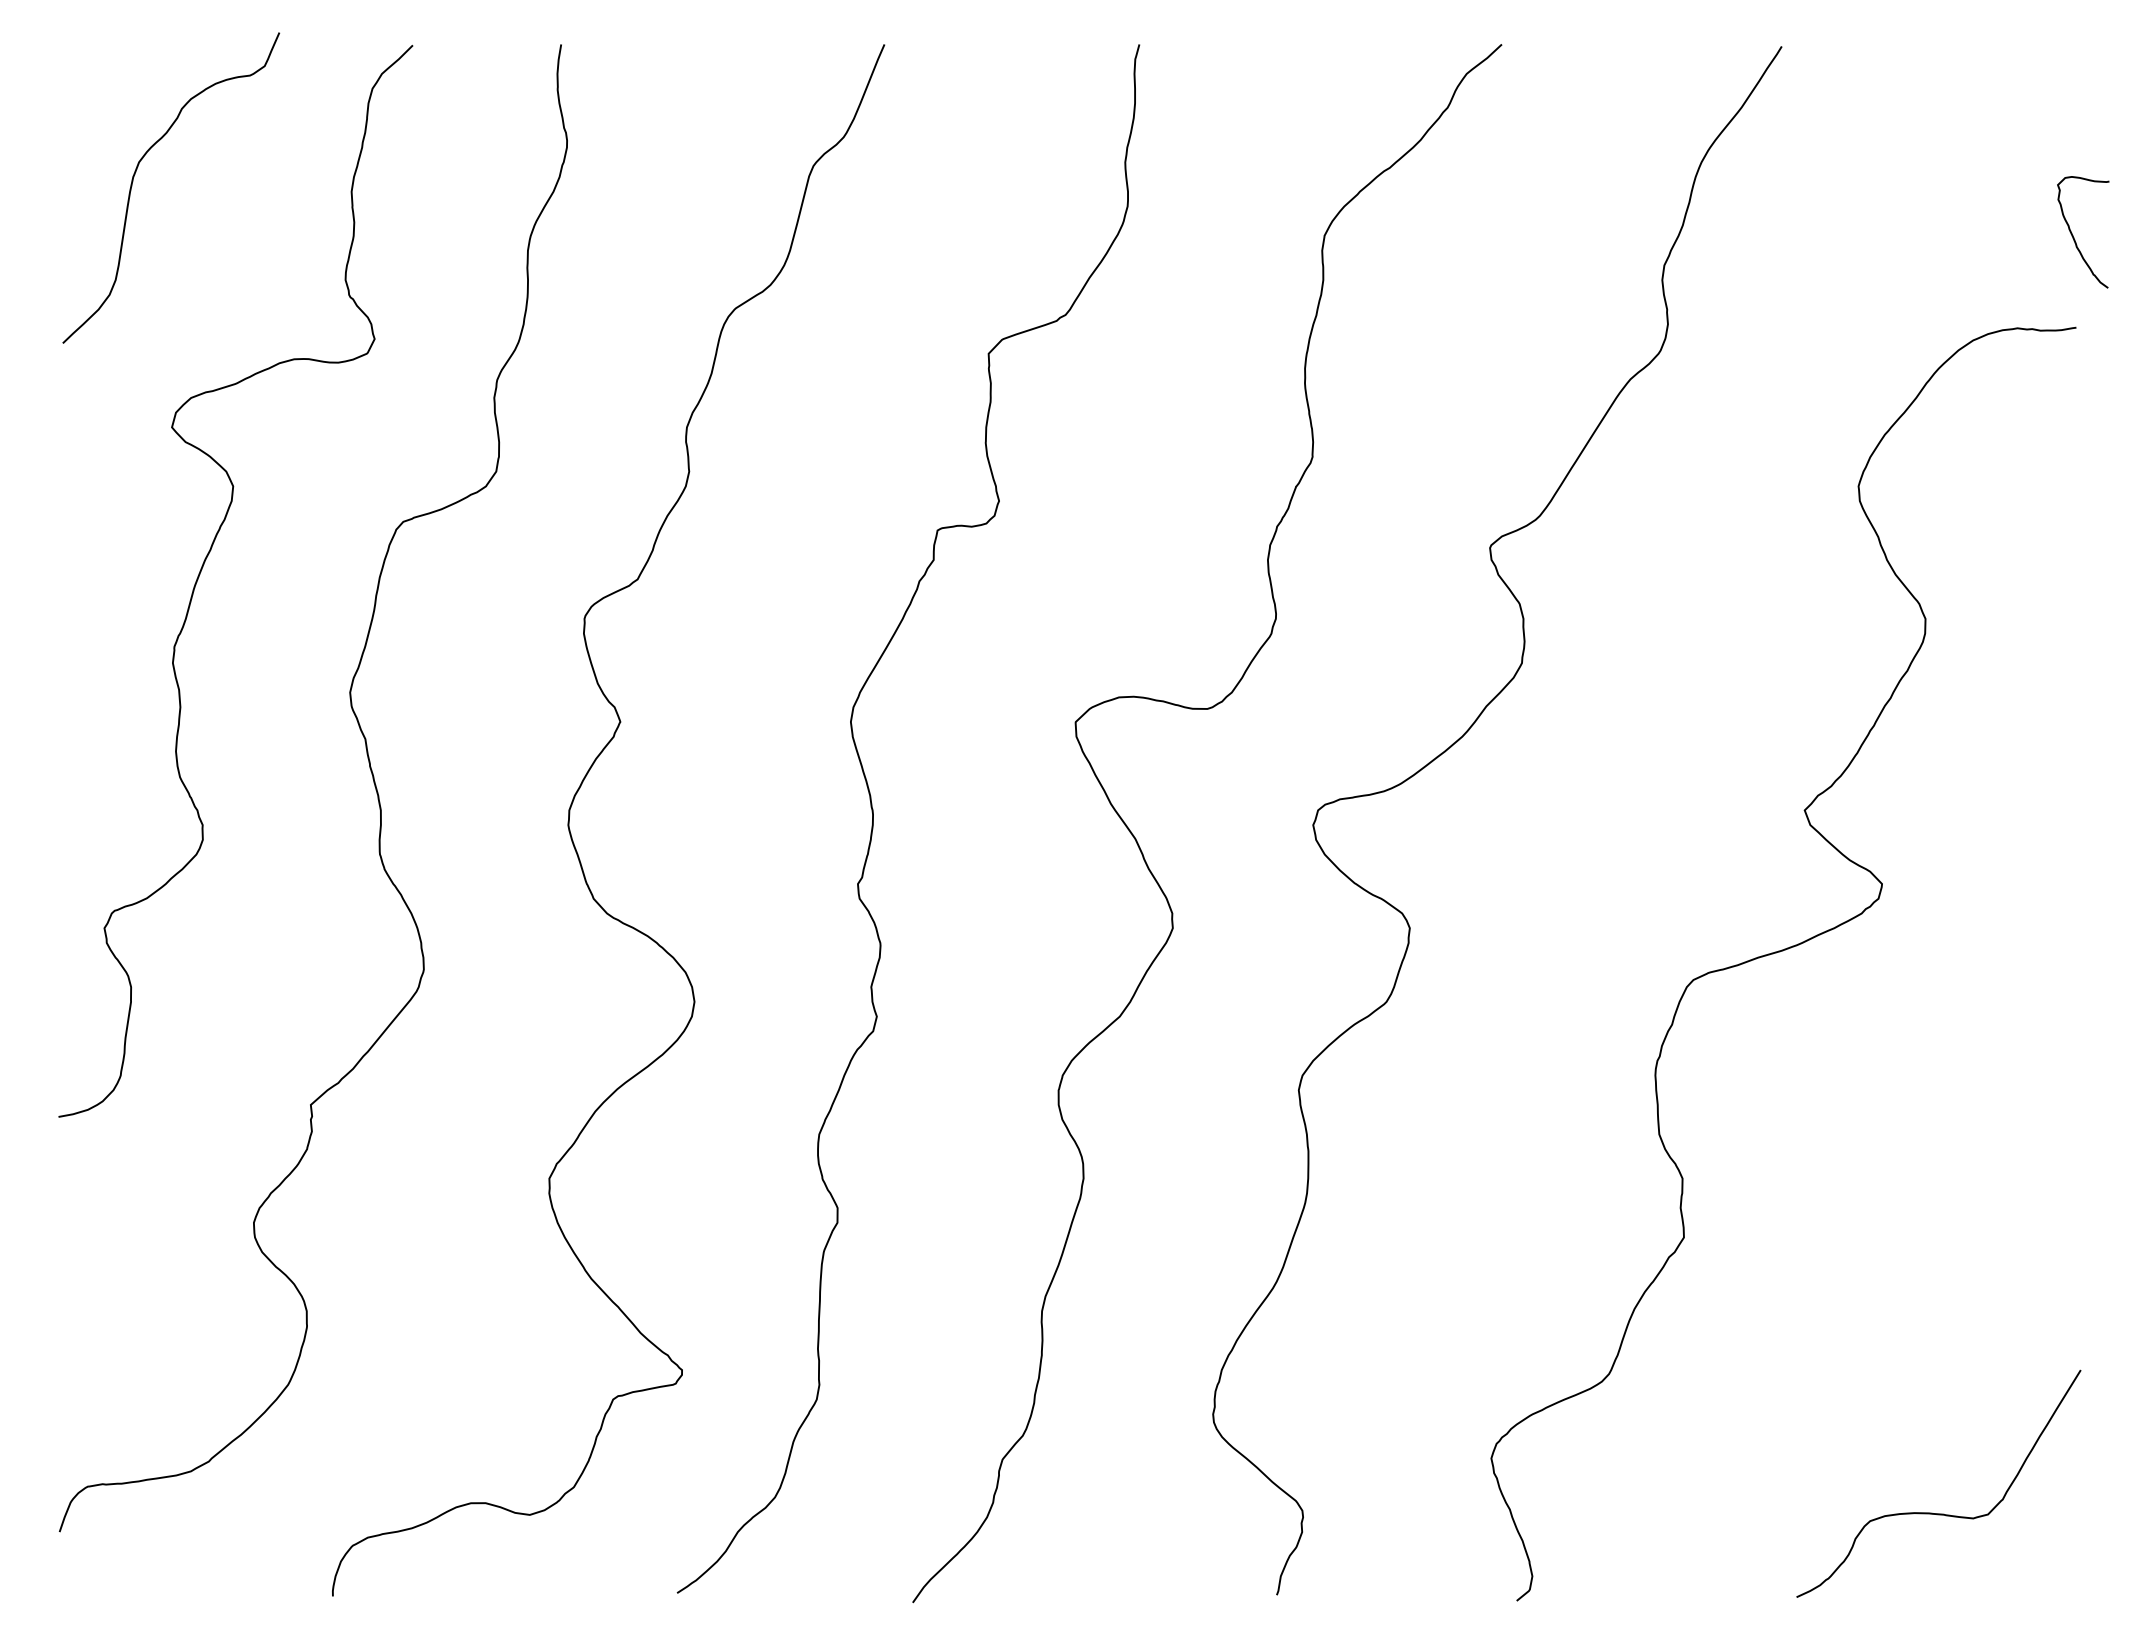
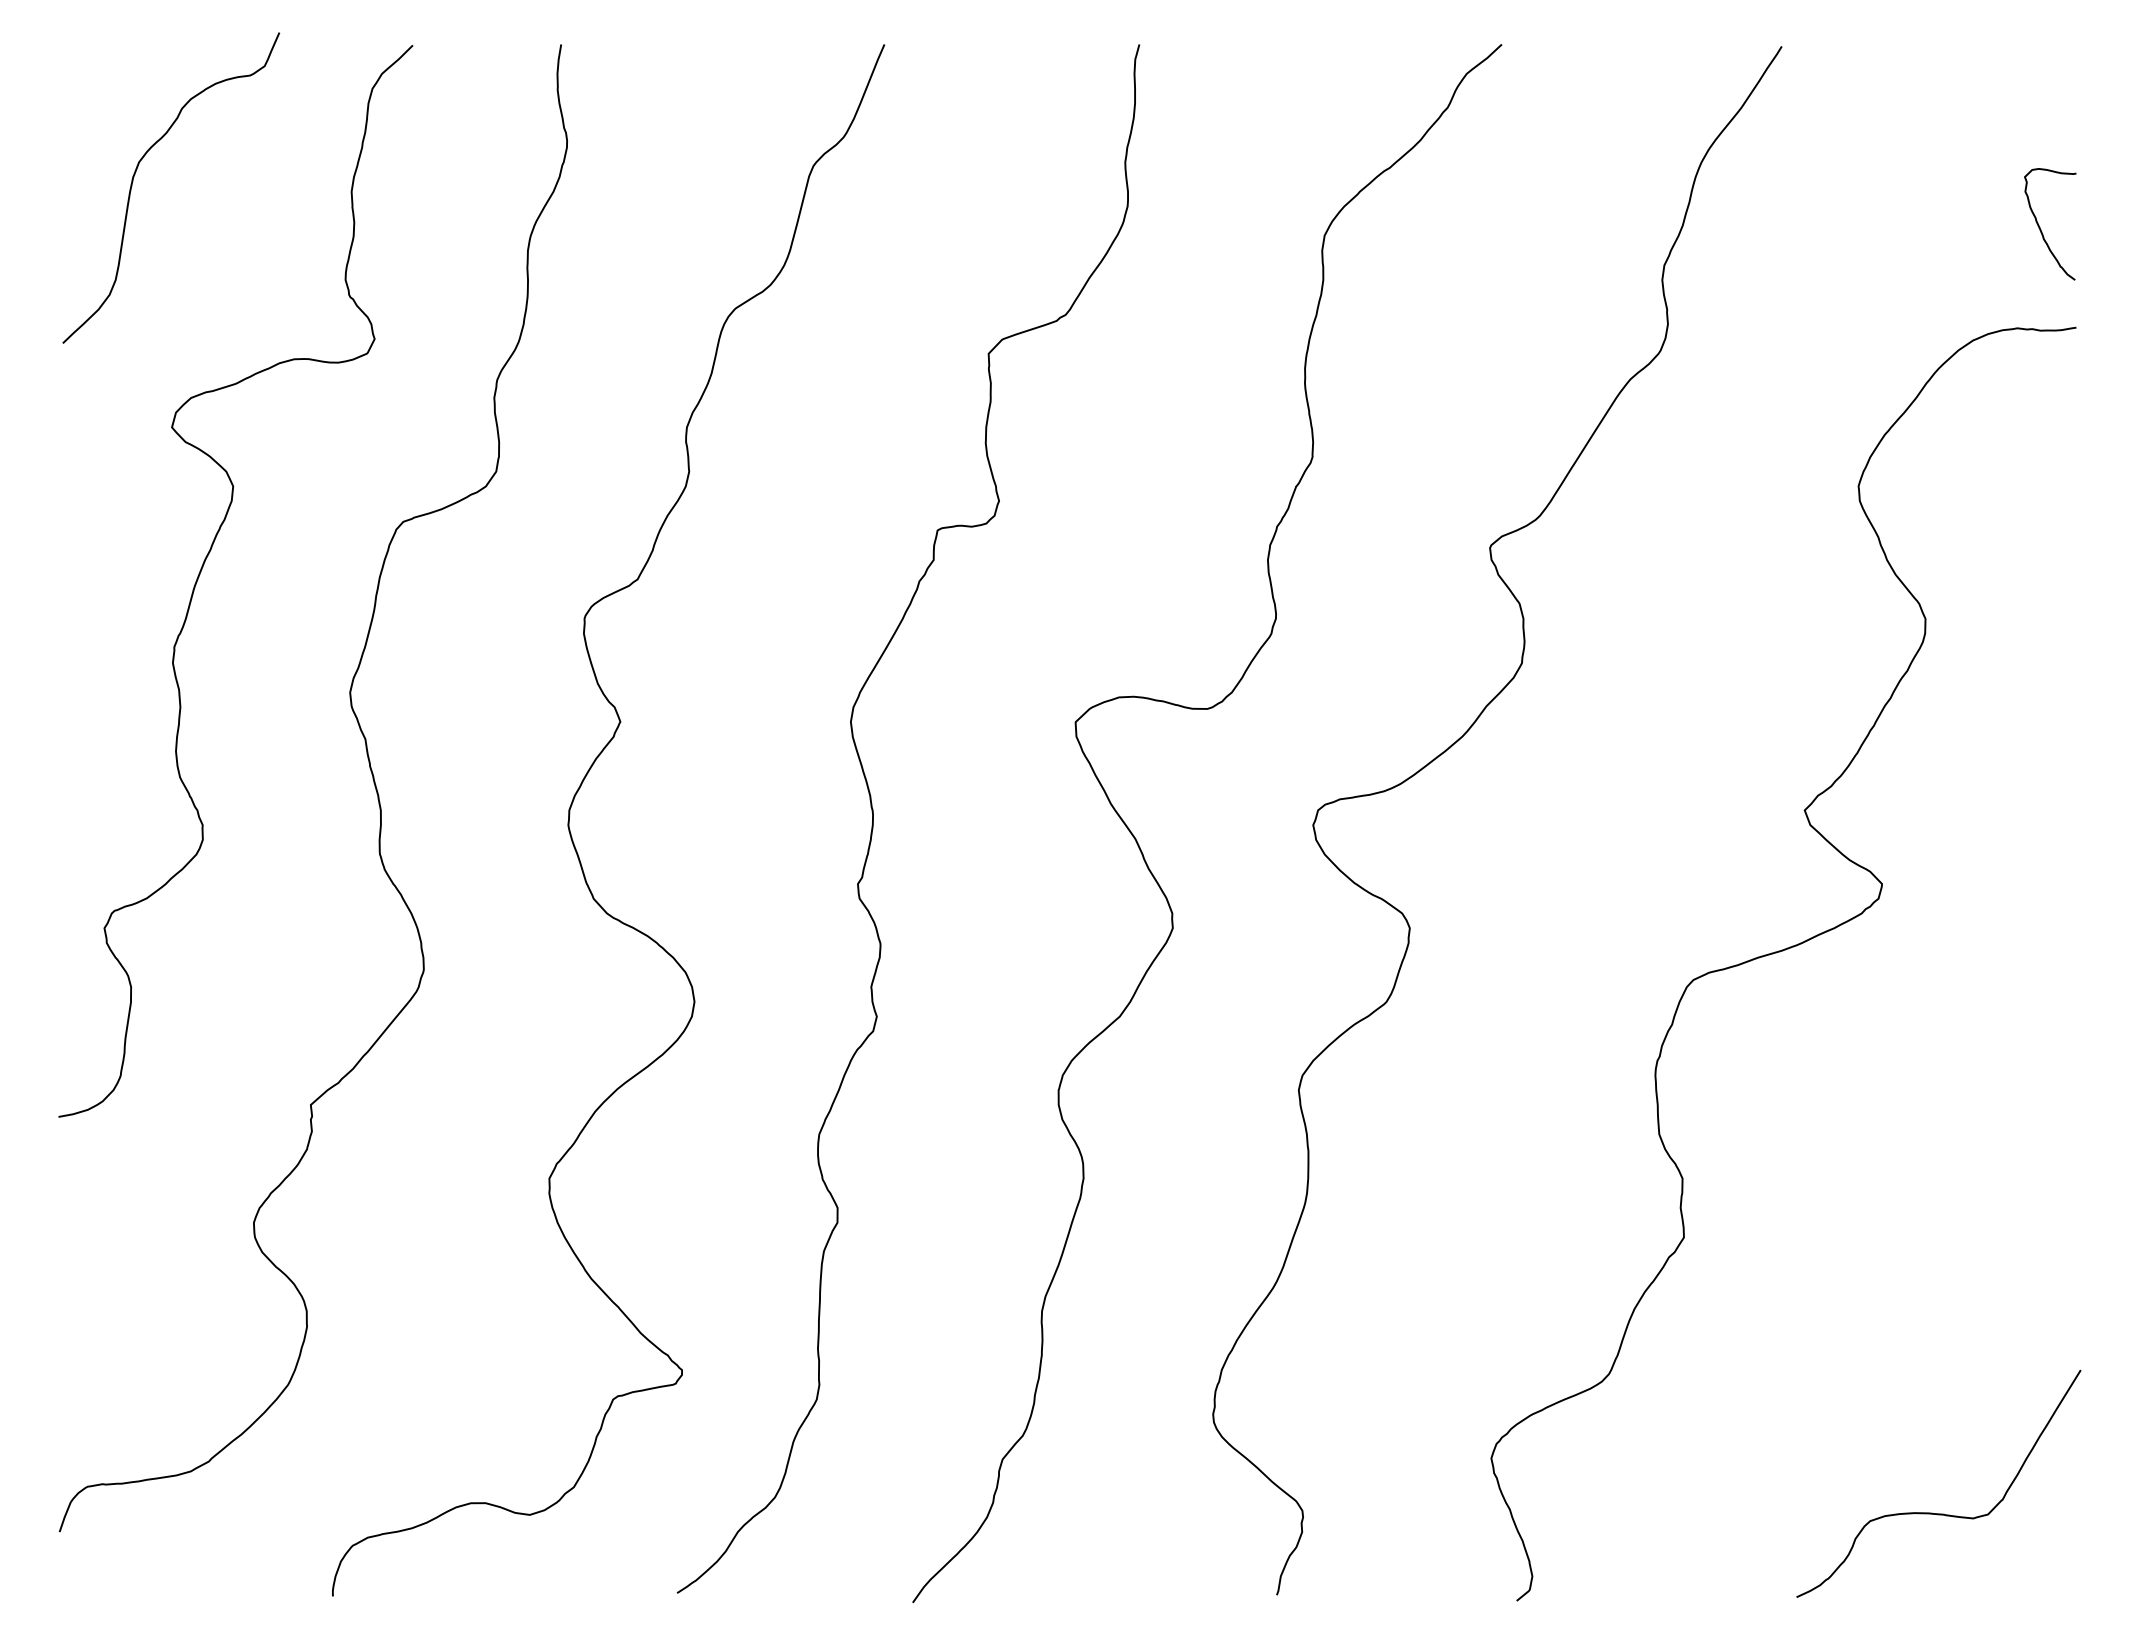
curve at (2074, 237) position: (2074, 237) -> (2041, 229)
